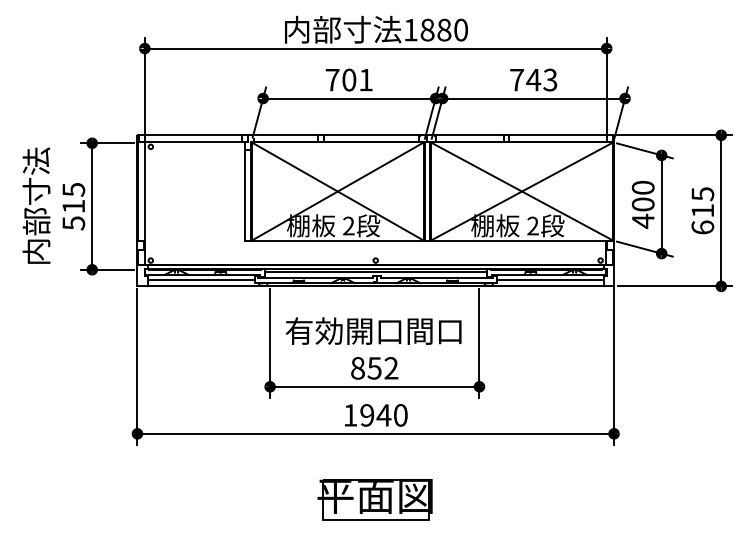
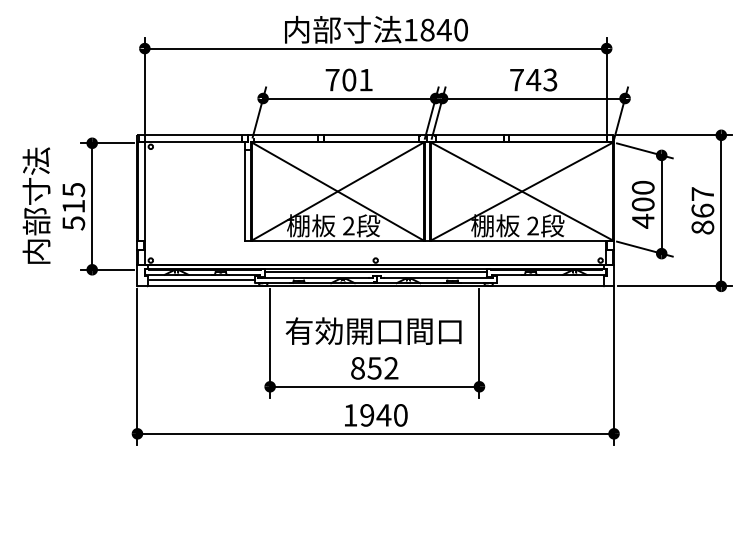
text at (443, 29): 1880 -> 1840
text at (702, 210): 615 -> 867
line at (548, 280): present -> none
part at (374, 499): present -> none
